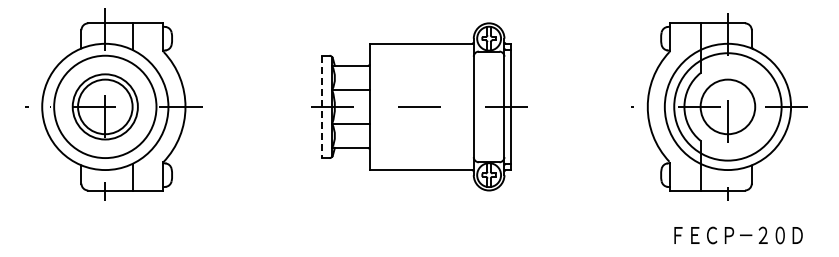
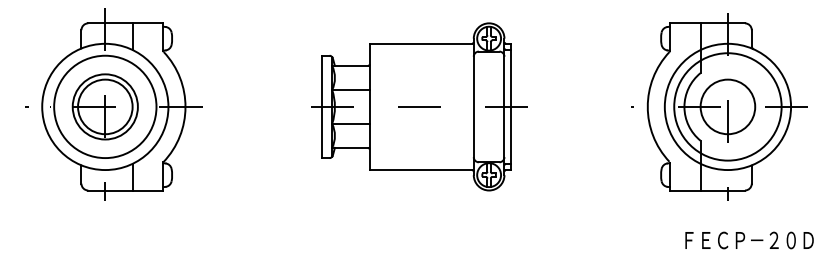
line at (321, 107): dashed -> solid
text at (738, 235) position: (738, 235) -> (749, 240)
